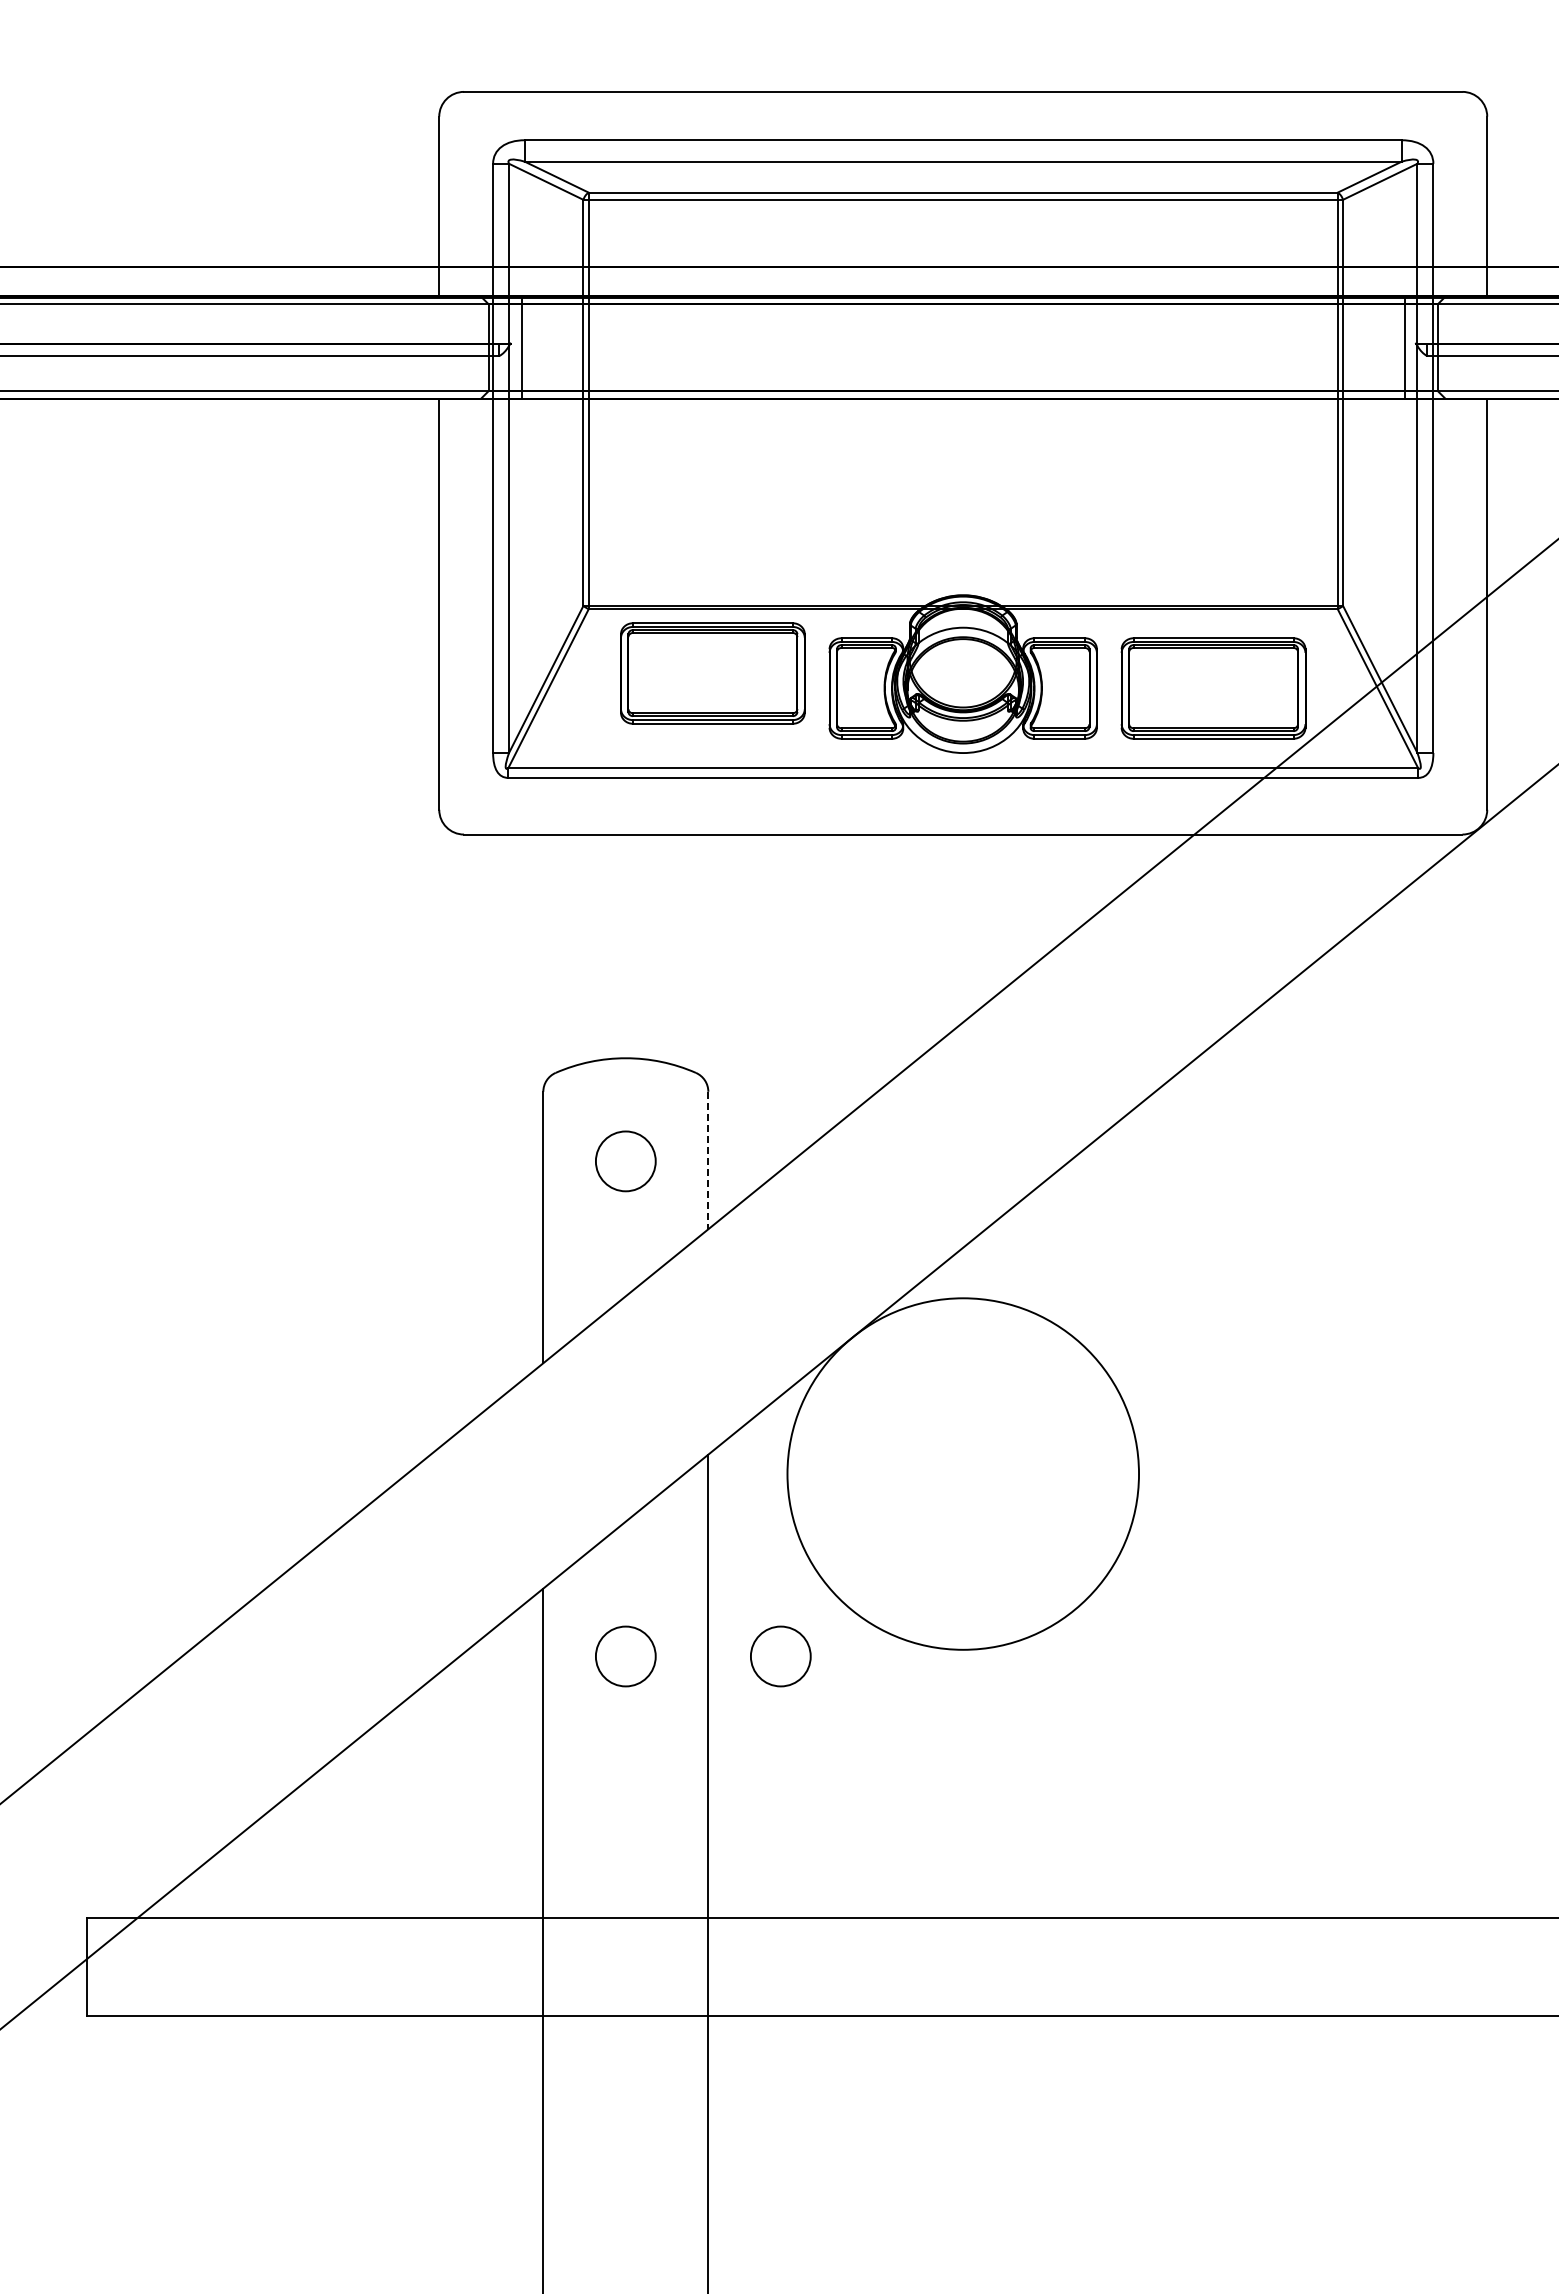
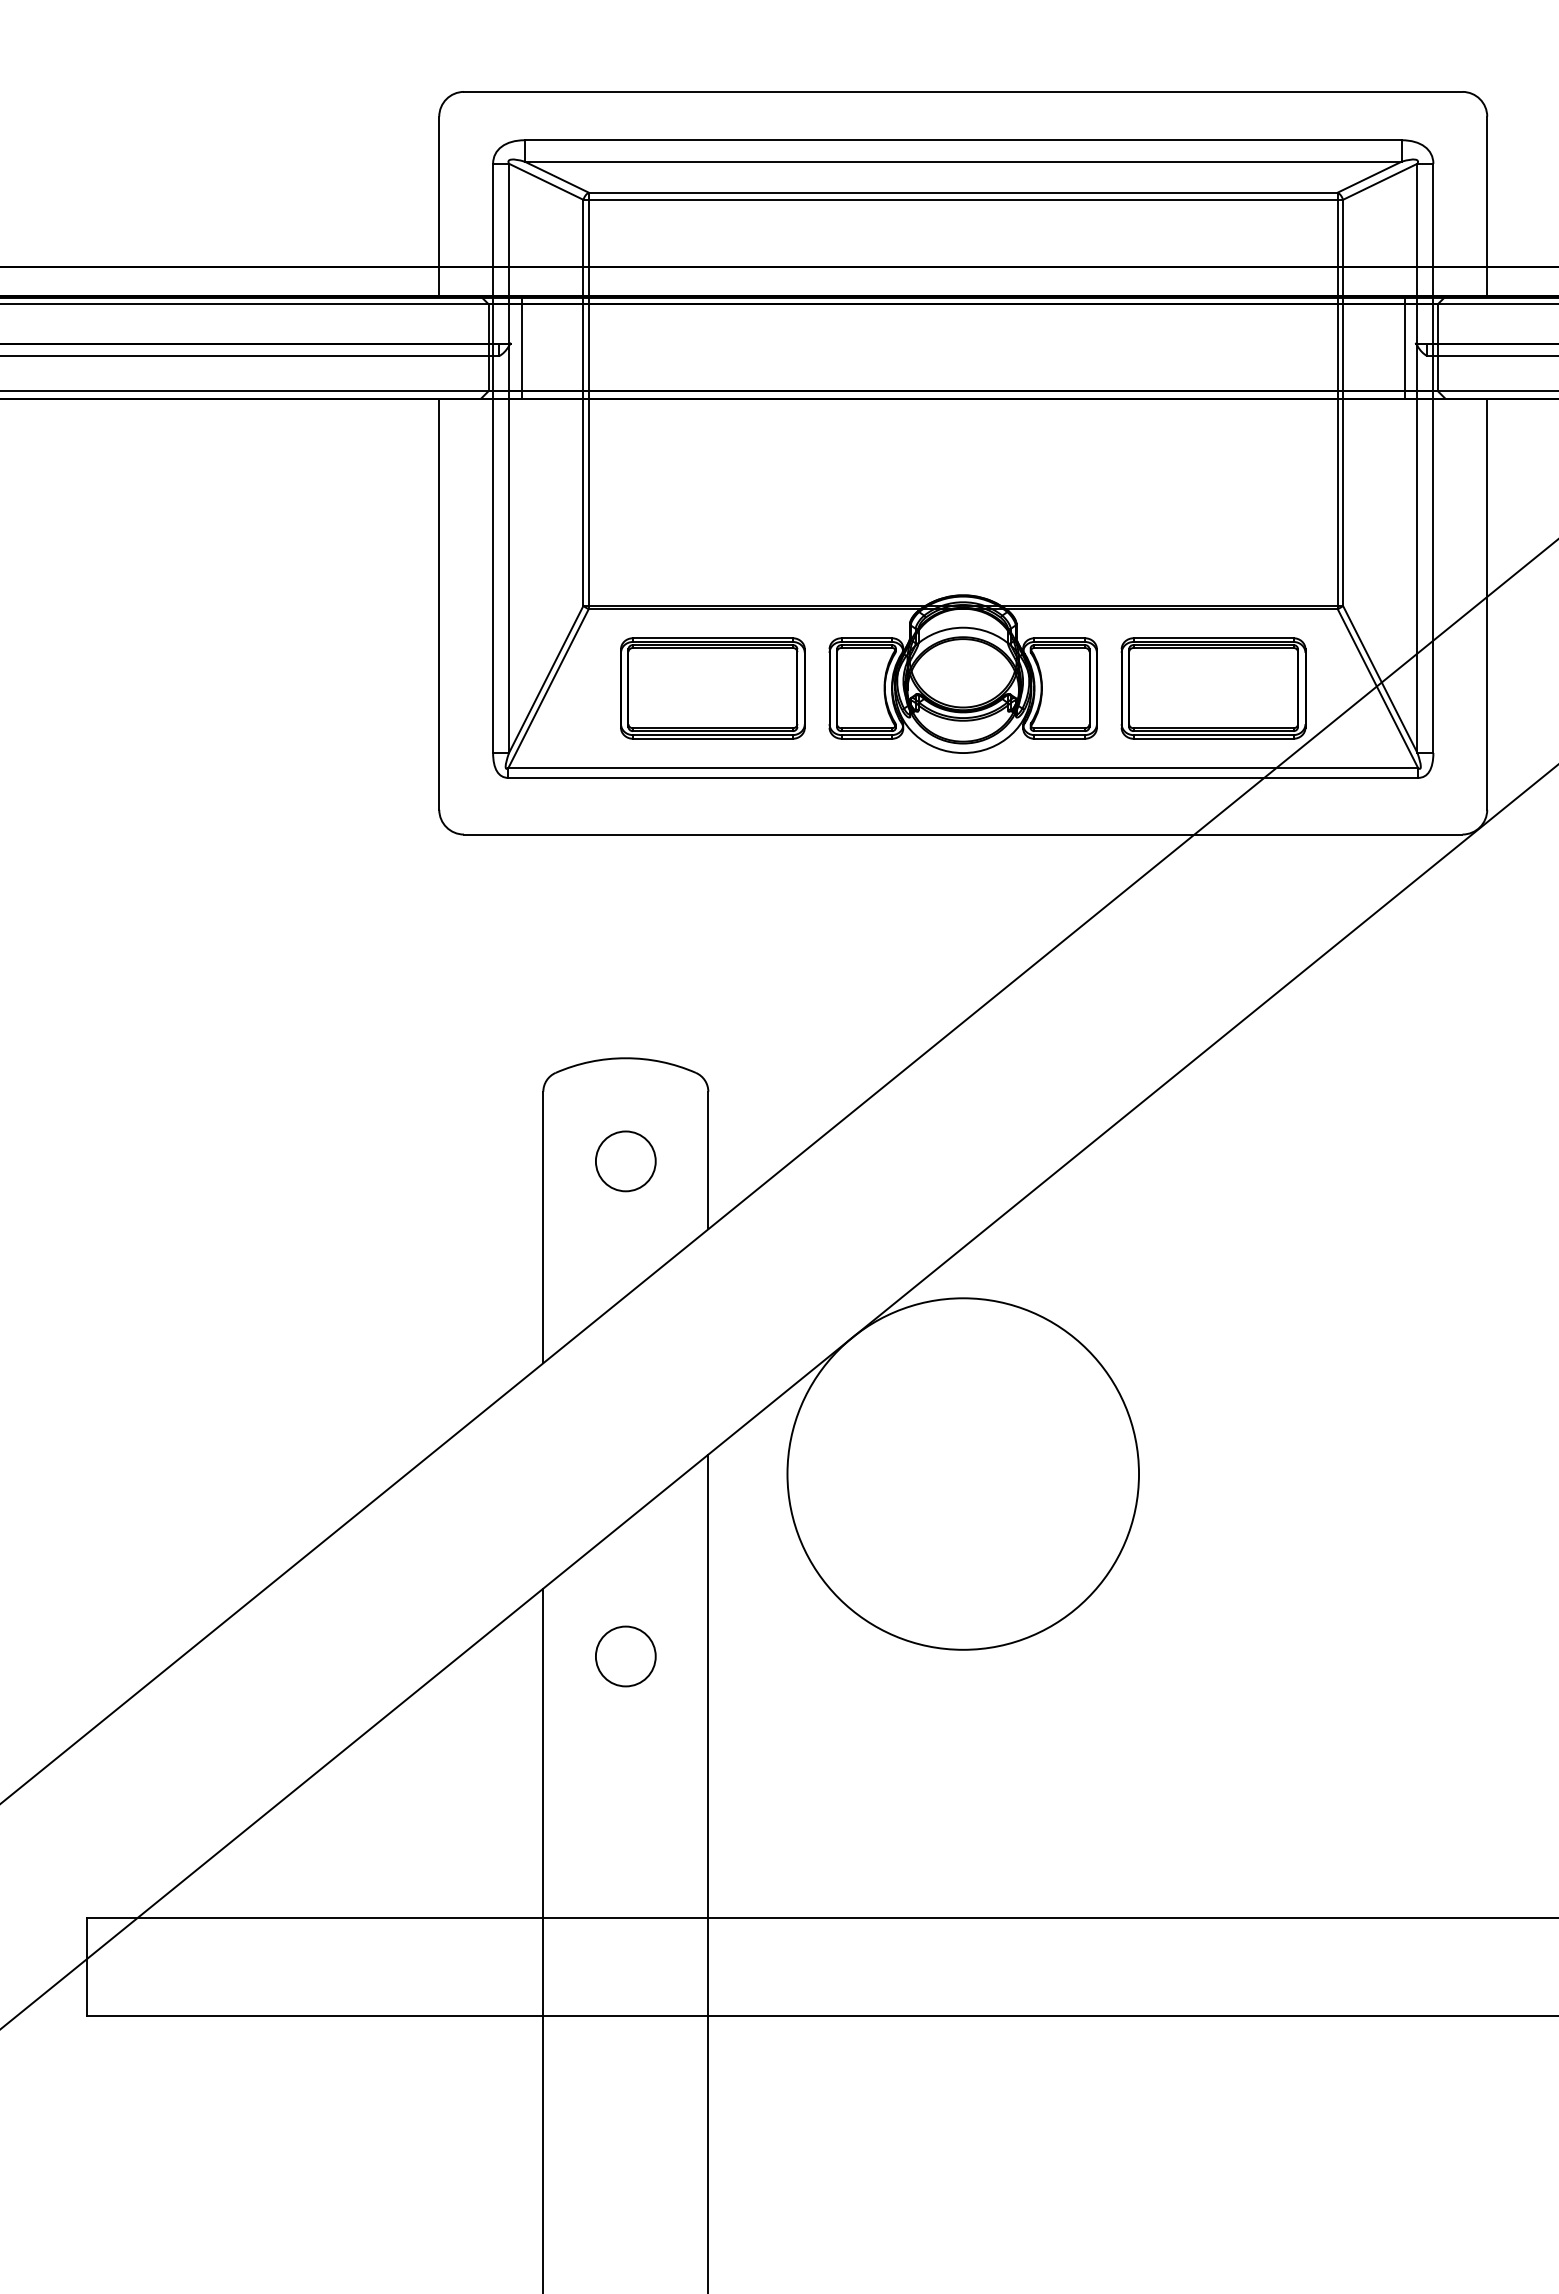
part at (712, 673) position: (712, 673) -> (712, 688)
line at (708, 1160): dashed -> solid
circle at (780, 1656): present -> none
